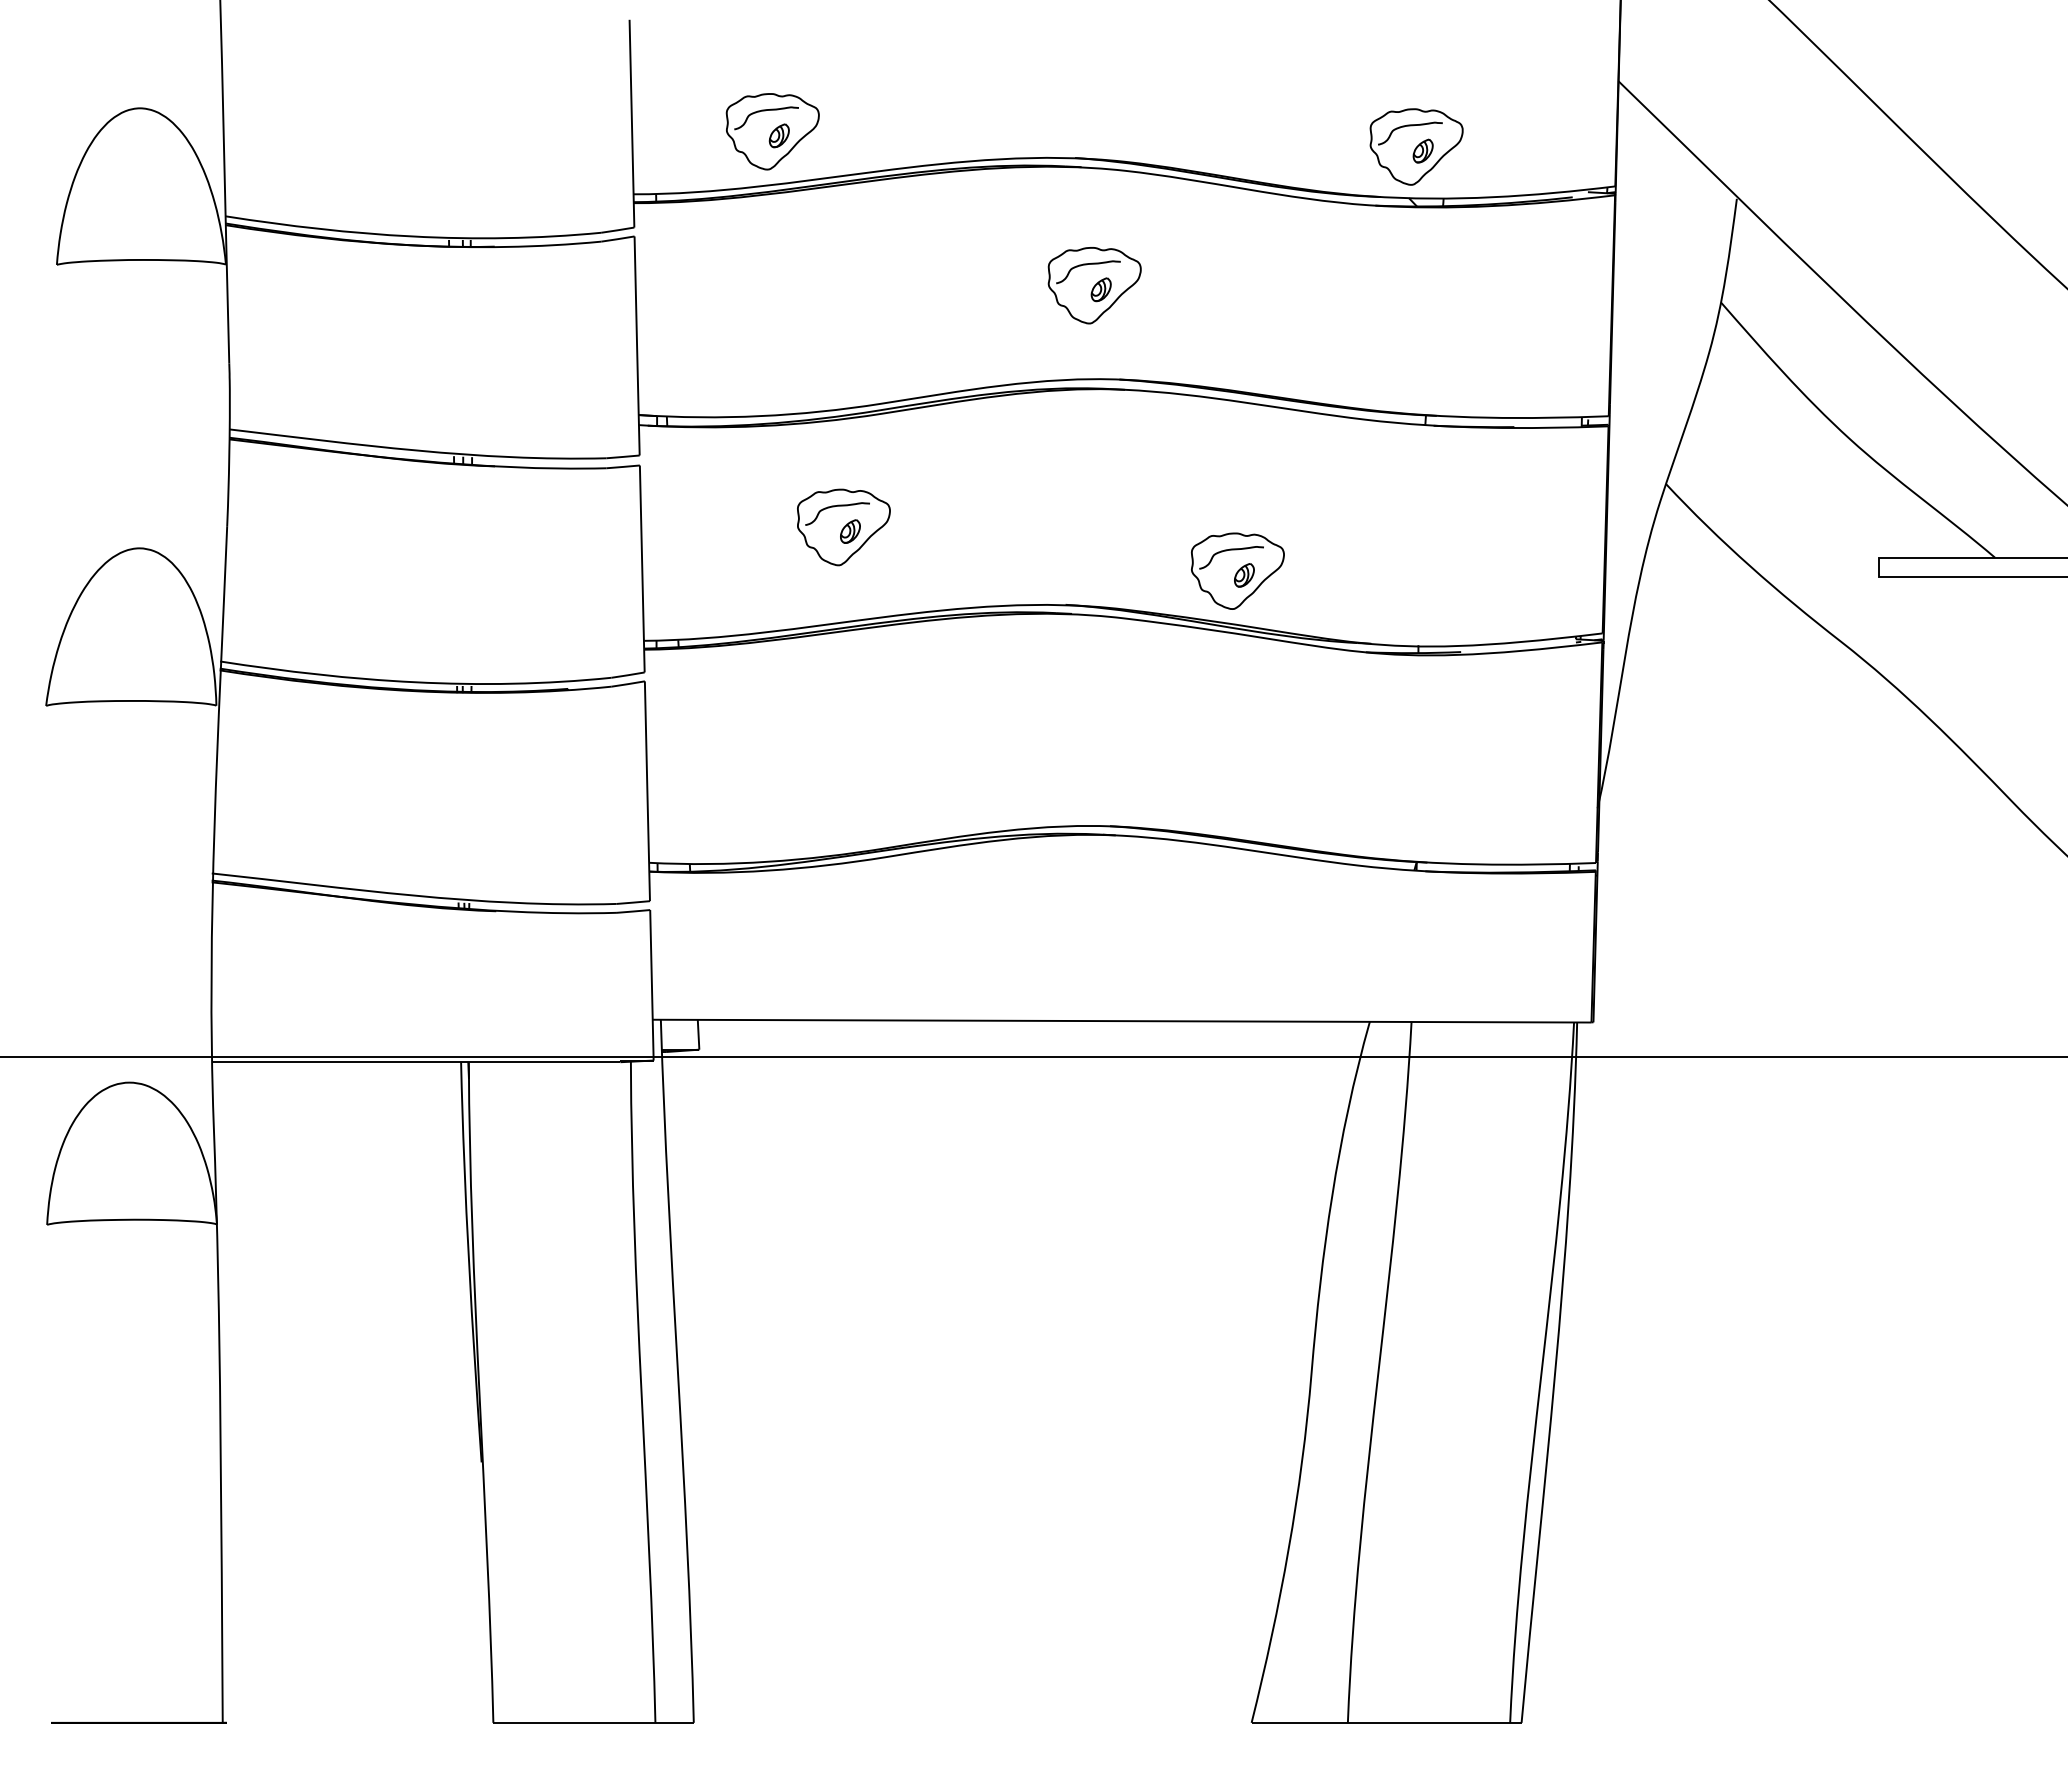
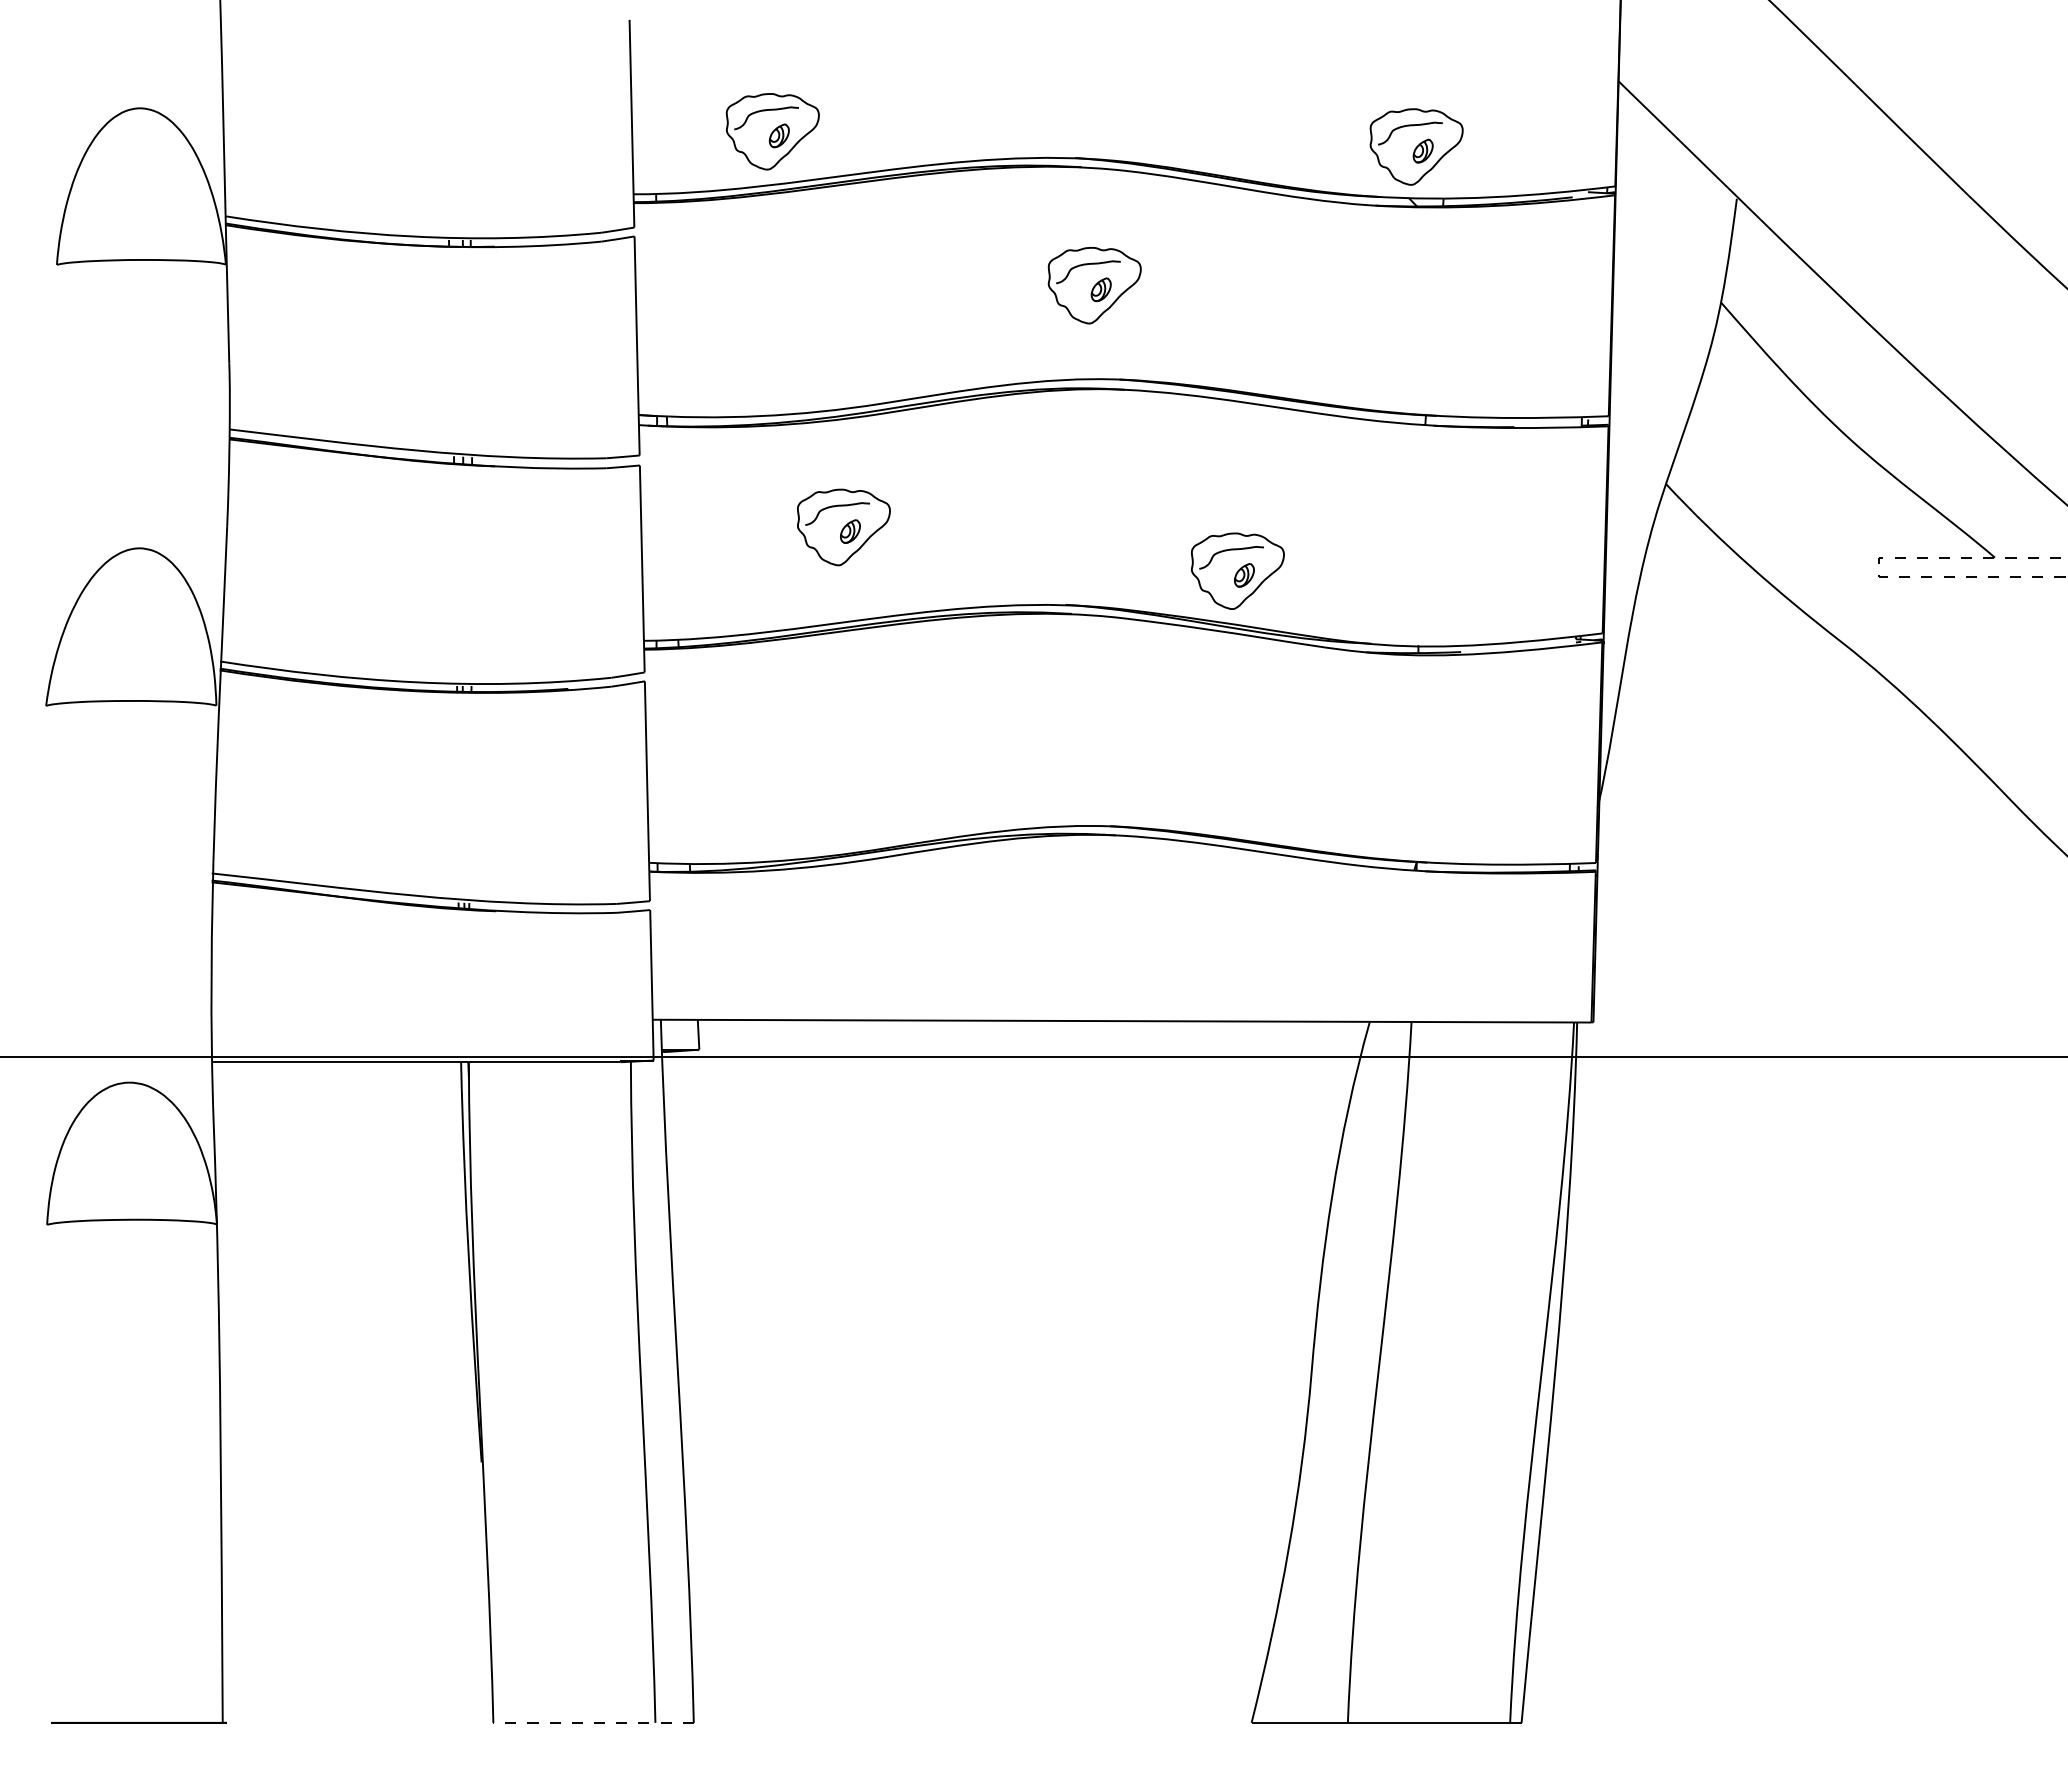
line at (1878, 567): solid -> dashed
line at (593, 1722): solid -> dashed
